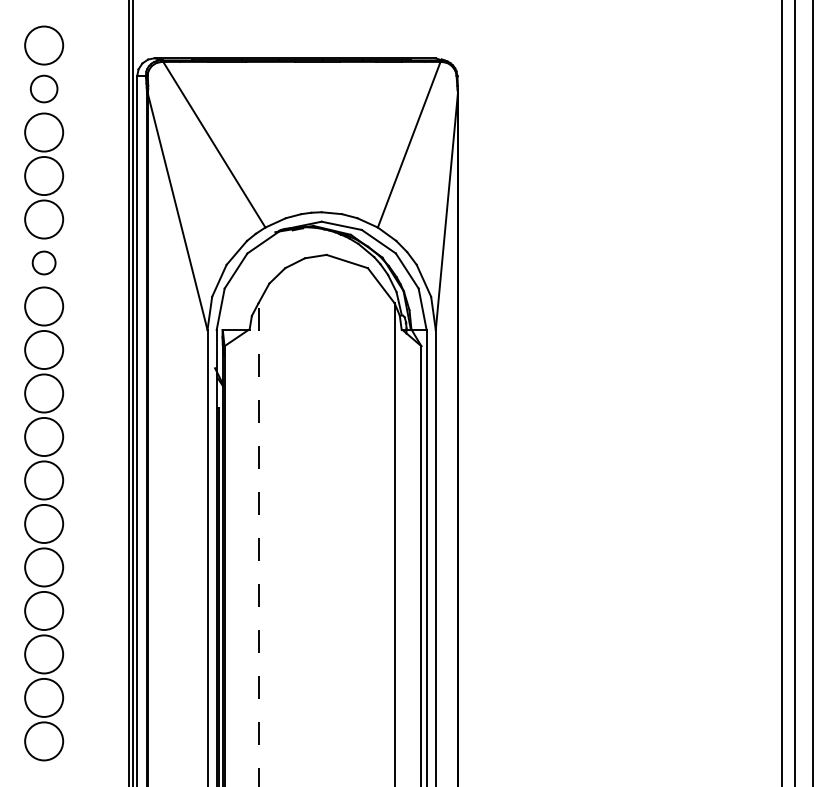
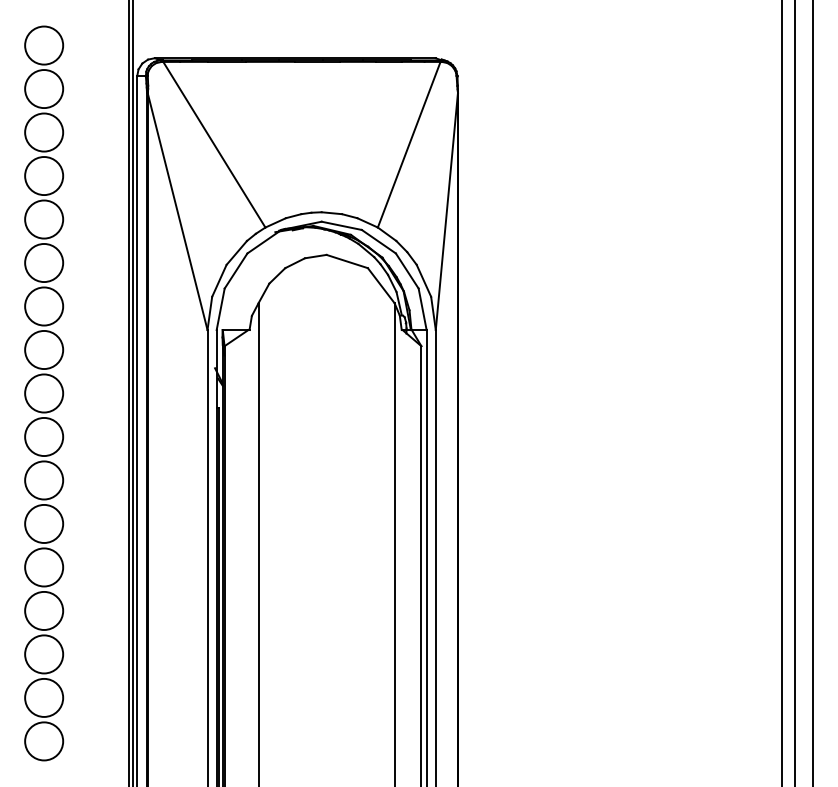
circle at (43, 88) diameter: 27 px -> 38 px
circle at (43, 262) diameter: 23 px -> 38 px
line at (258, 545): dashed -> solid
